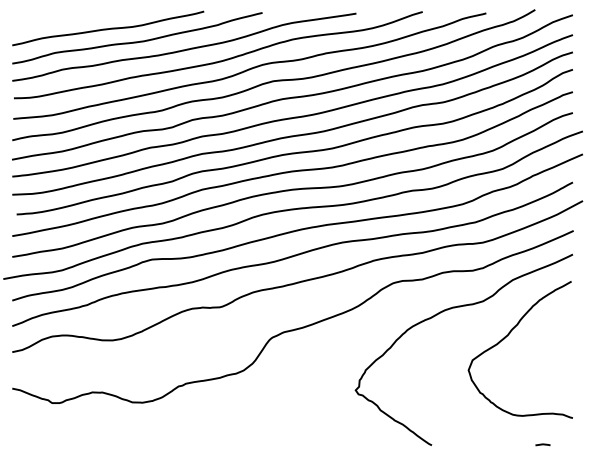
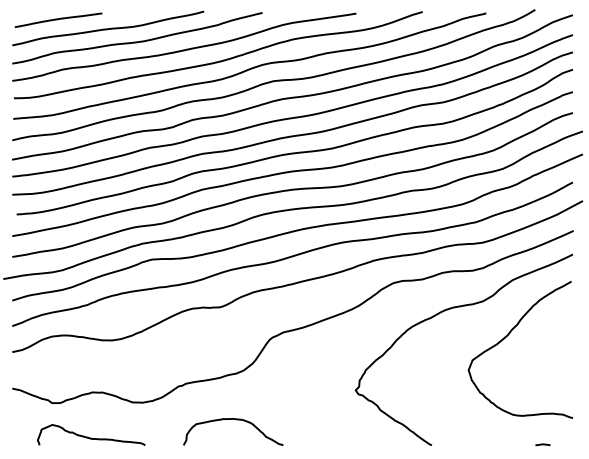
curve at (58, 19): none -> present
curve at (235, 420): none -> present
curve at (91, 437): none -> present
